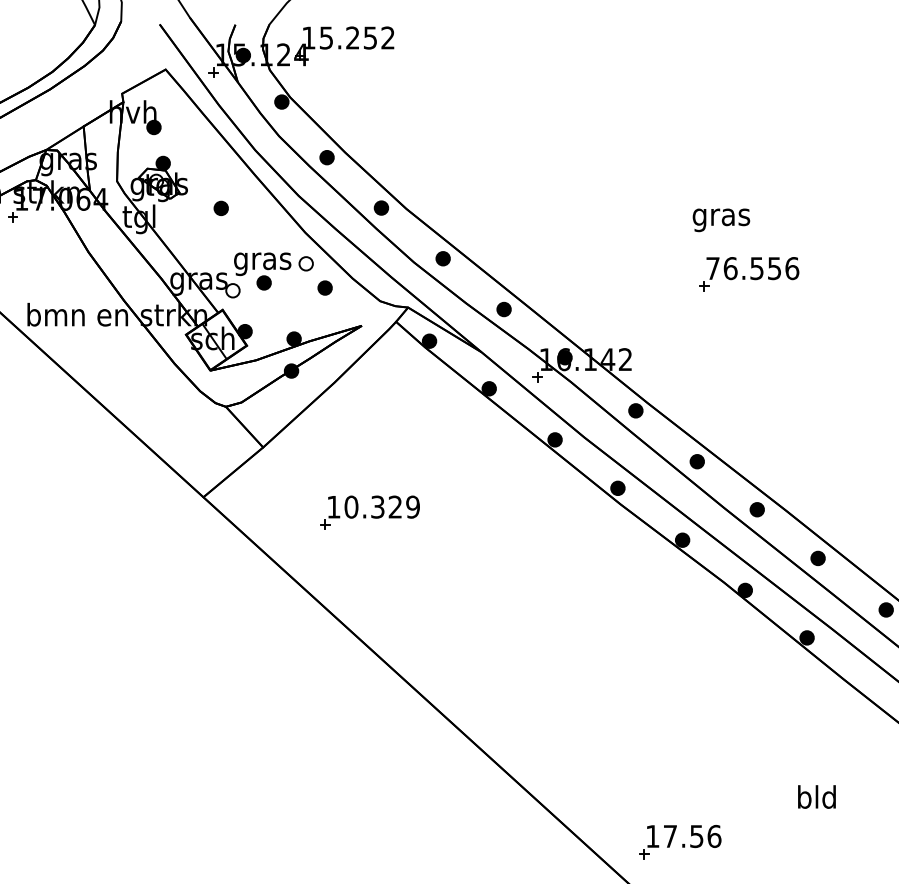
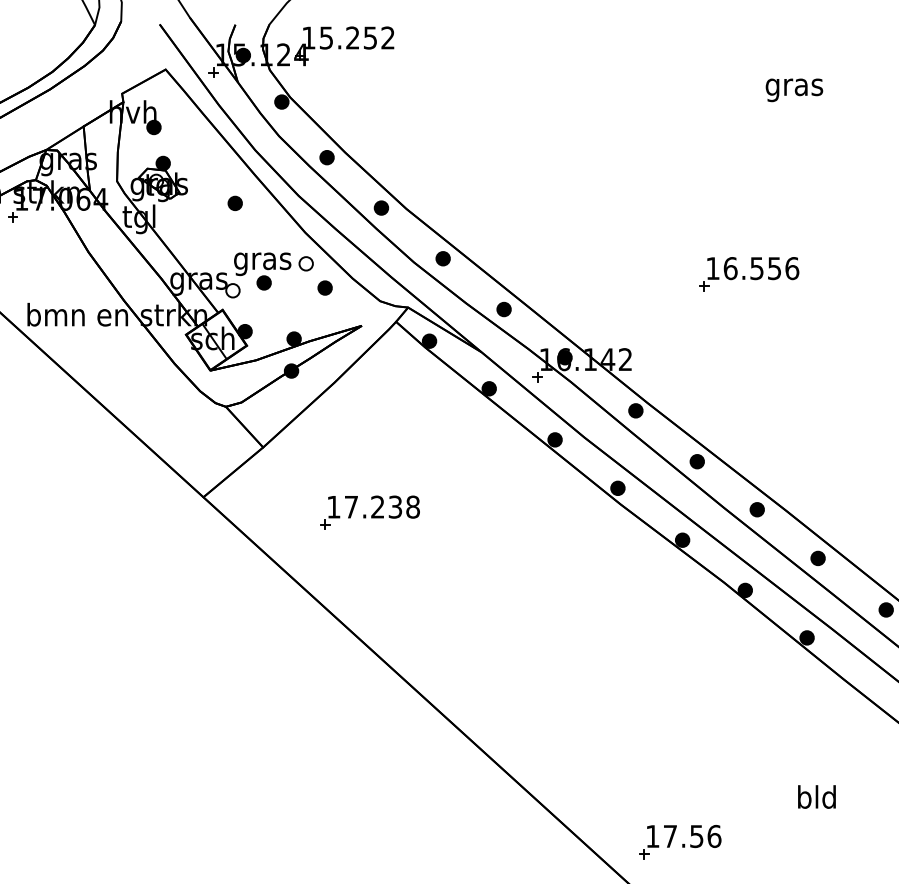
part at (220, 208) position: (220, 208) -> (234, 203)
text at (721, 220) position: (721, 220) -> (794, 90)
text at (712, 268): 76.556 -> 16.556
text at (381, 506): 10.329 -> 17.238
